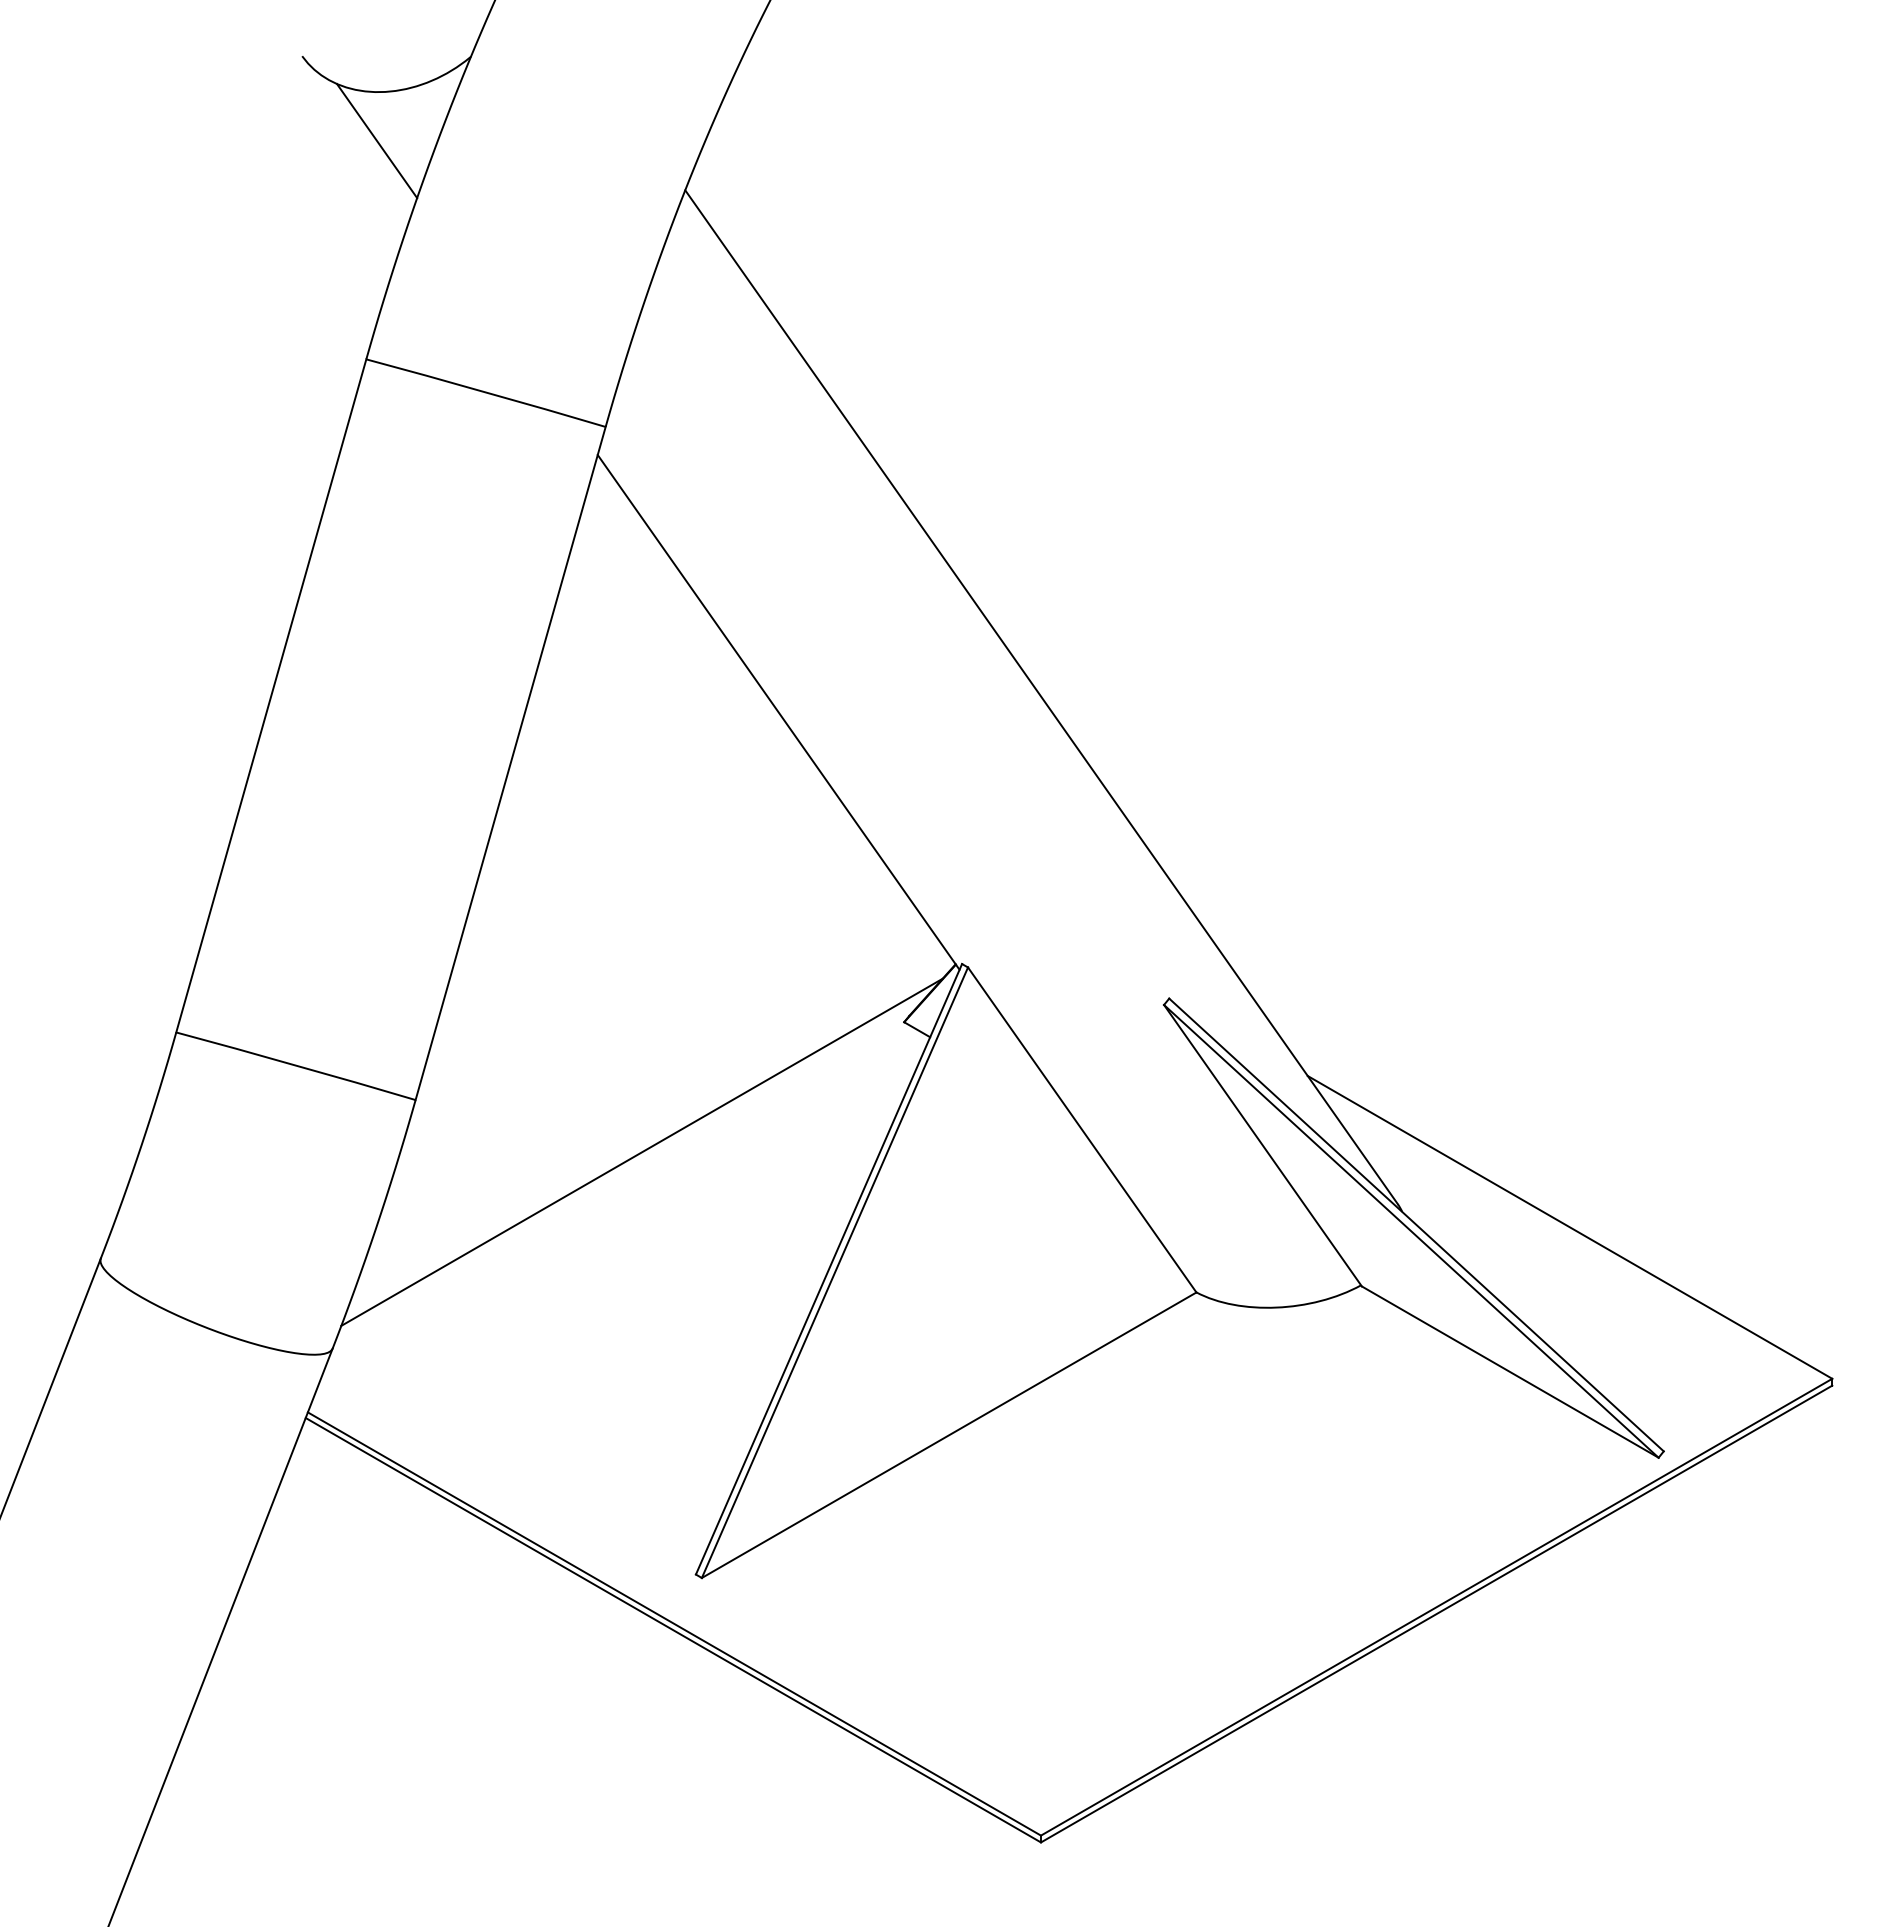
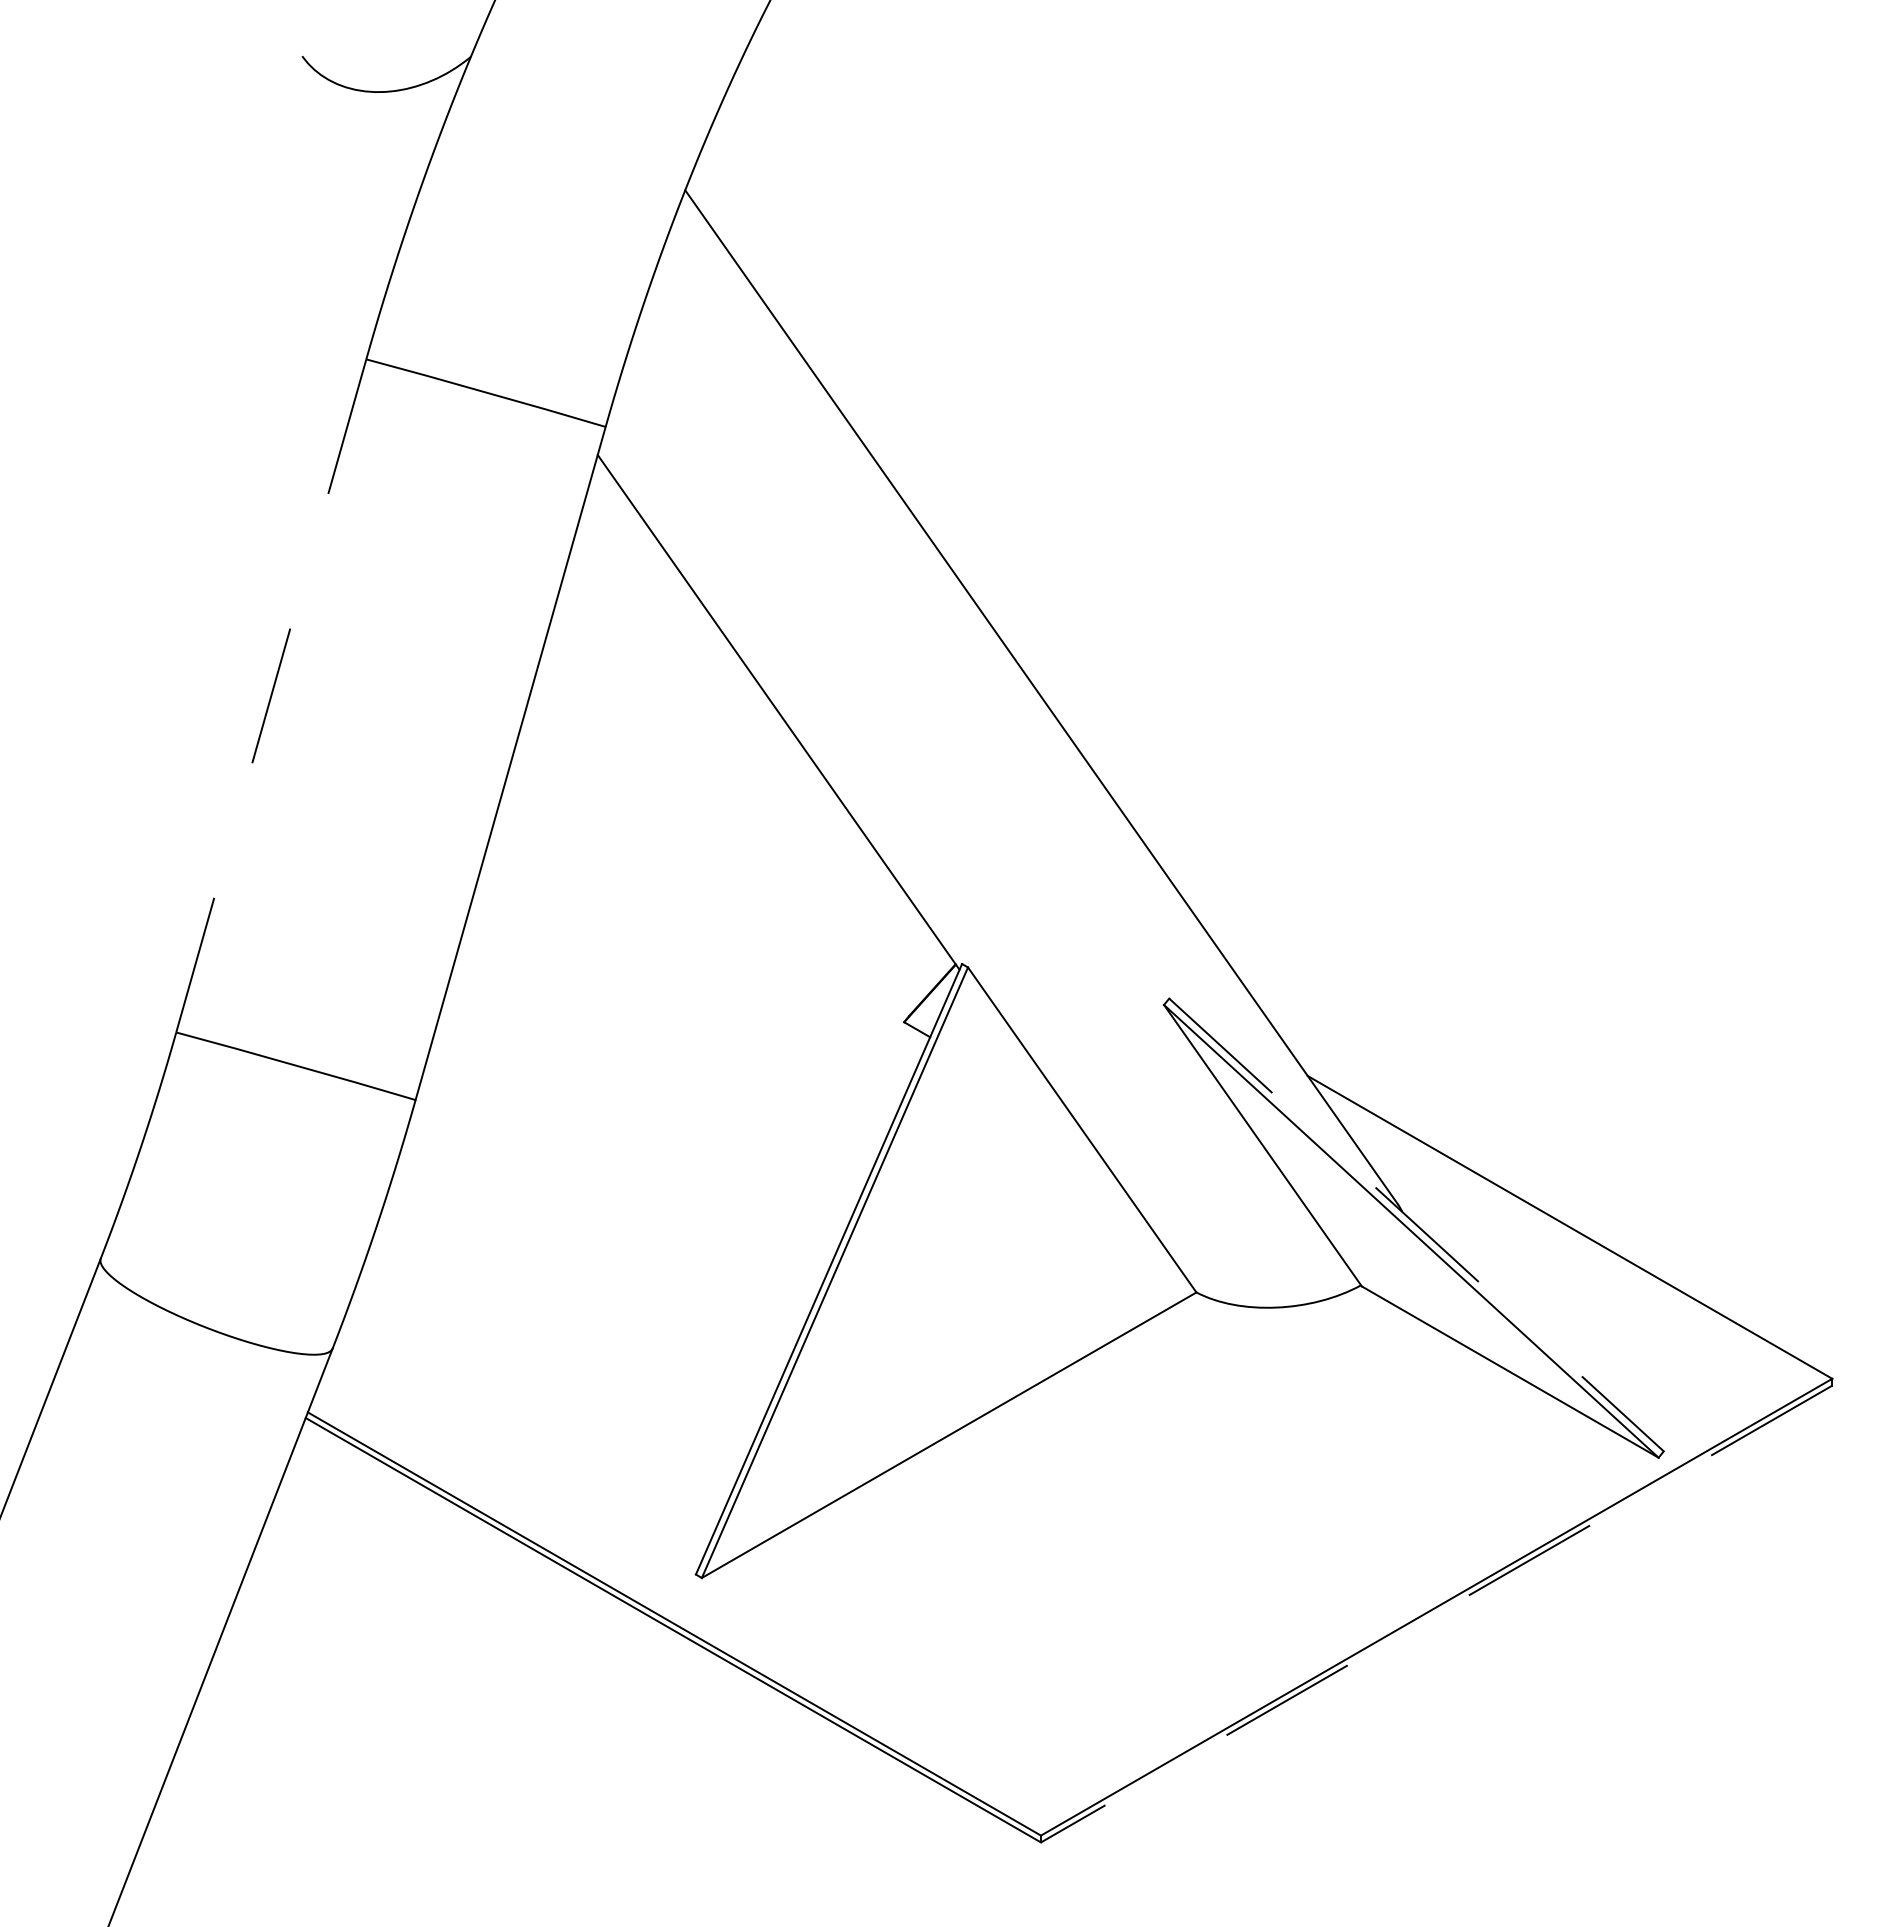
line at (377, 141): present -> none
line at (271, 695): solid -> dashed
line at (641, 1151): present -> none
line at (1416, 1225): solid -> dashed
line at (1436, 1614): solid -> dashed
